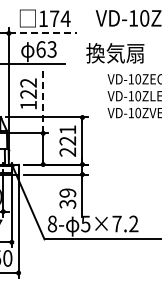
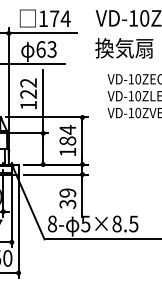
line at (43, 33): dashed -> solid
text at (115, 53) position: (115, 53) -> (124, 48)
line at (43, 101): dashed -> solid
text at (67, 140): 221 -> 184
text at (125, 223): 5×7.2 -> 5×8.5
